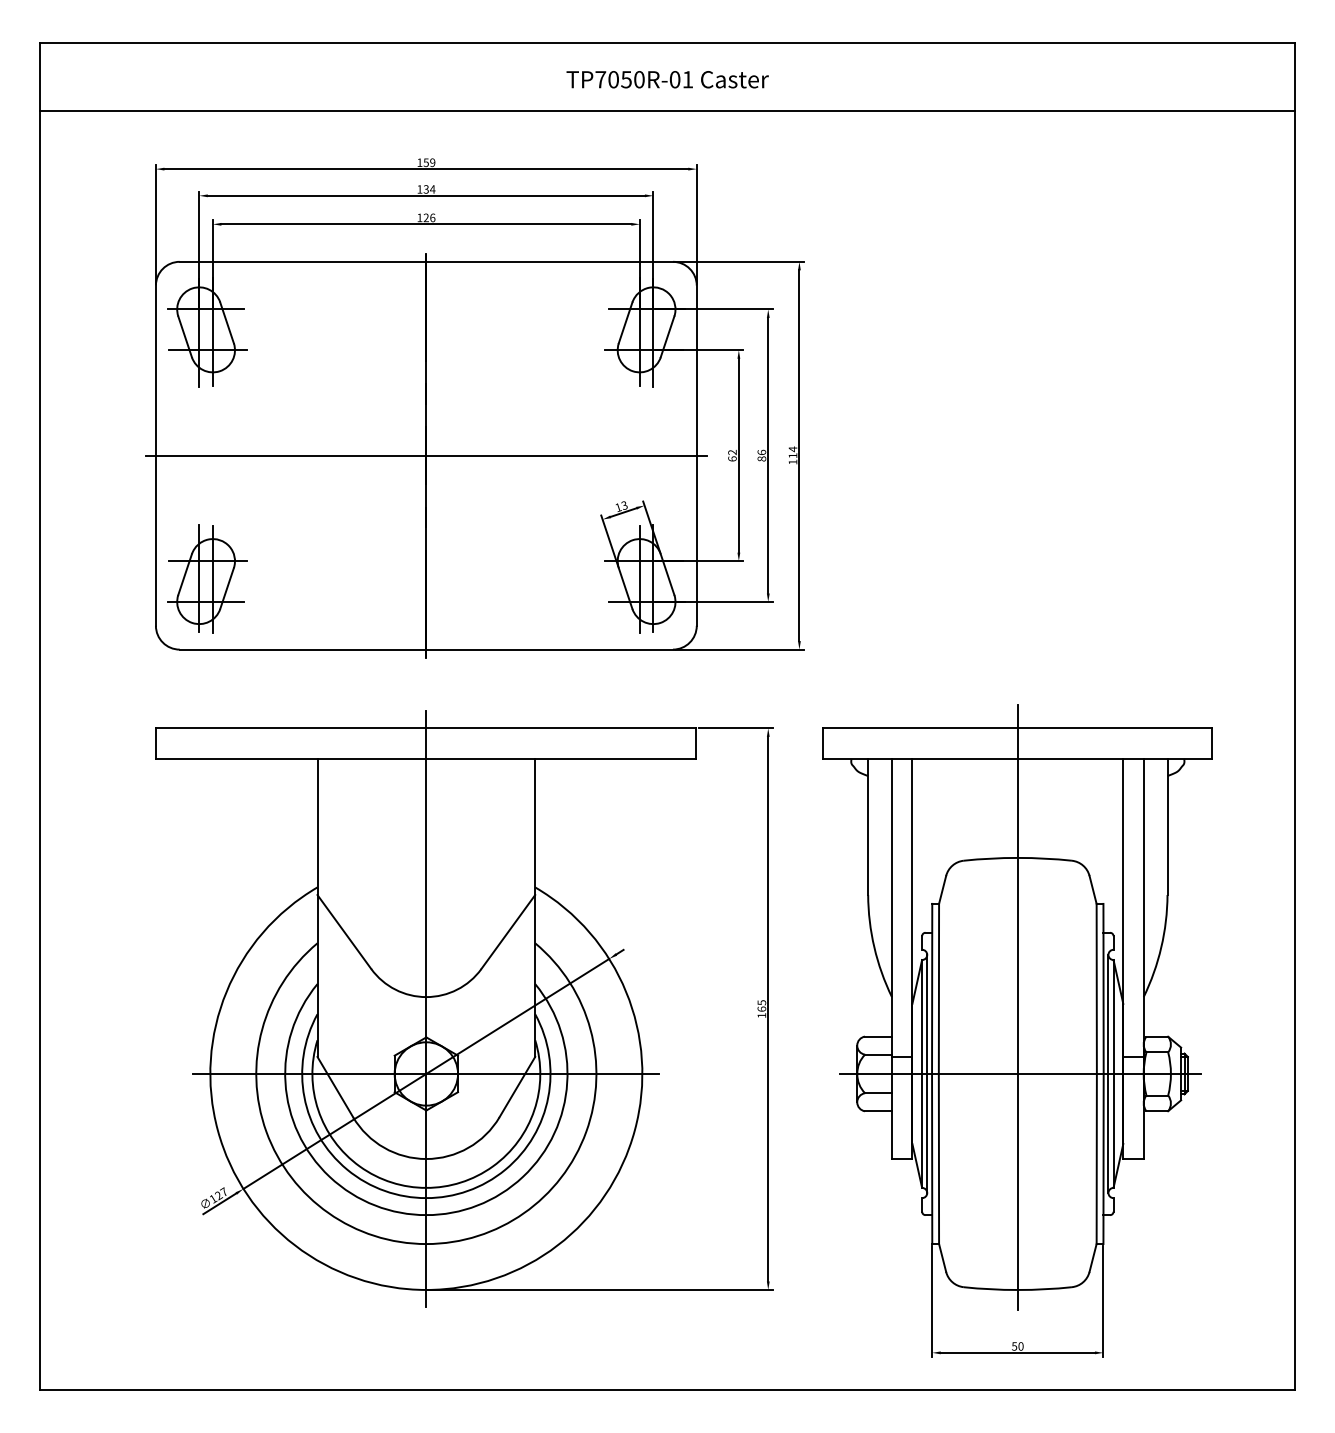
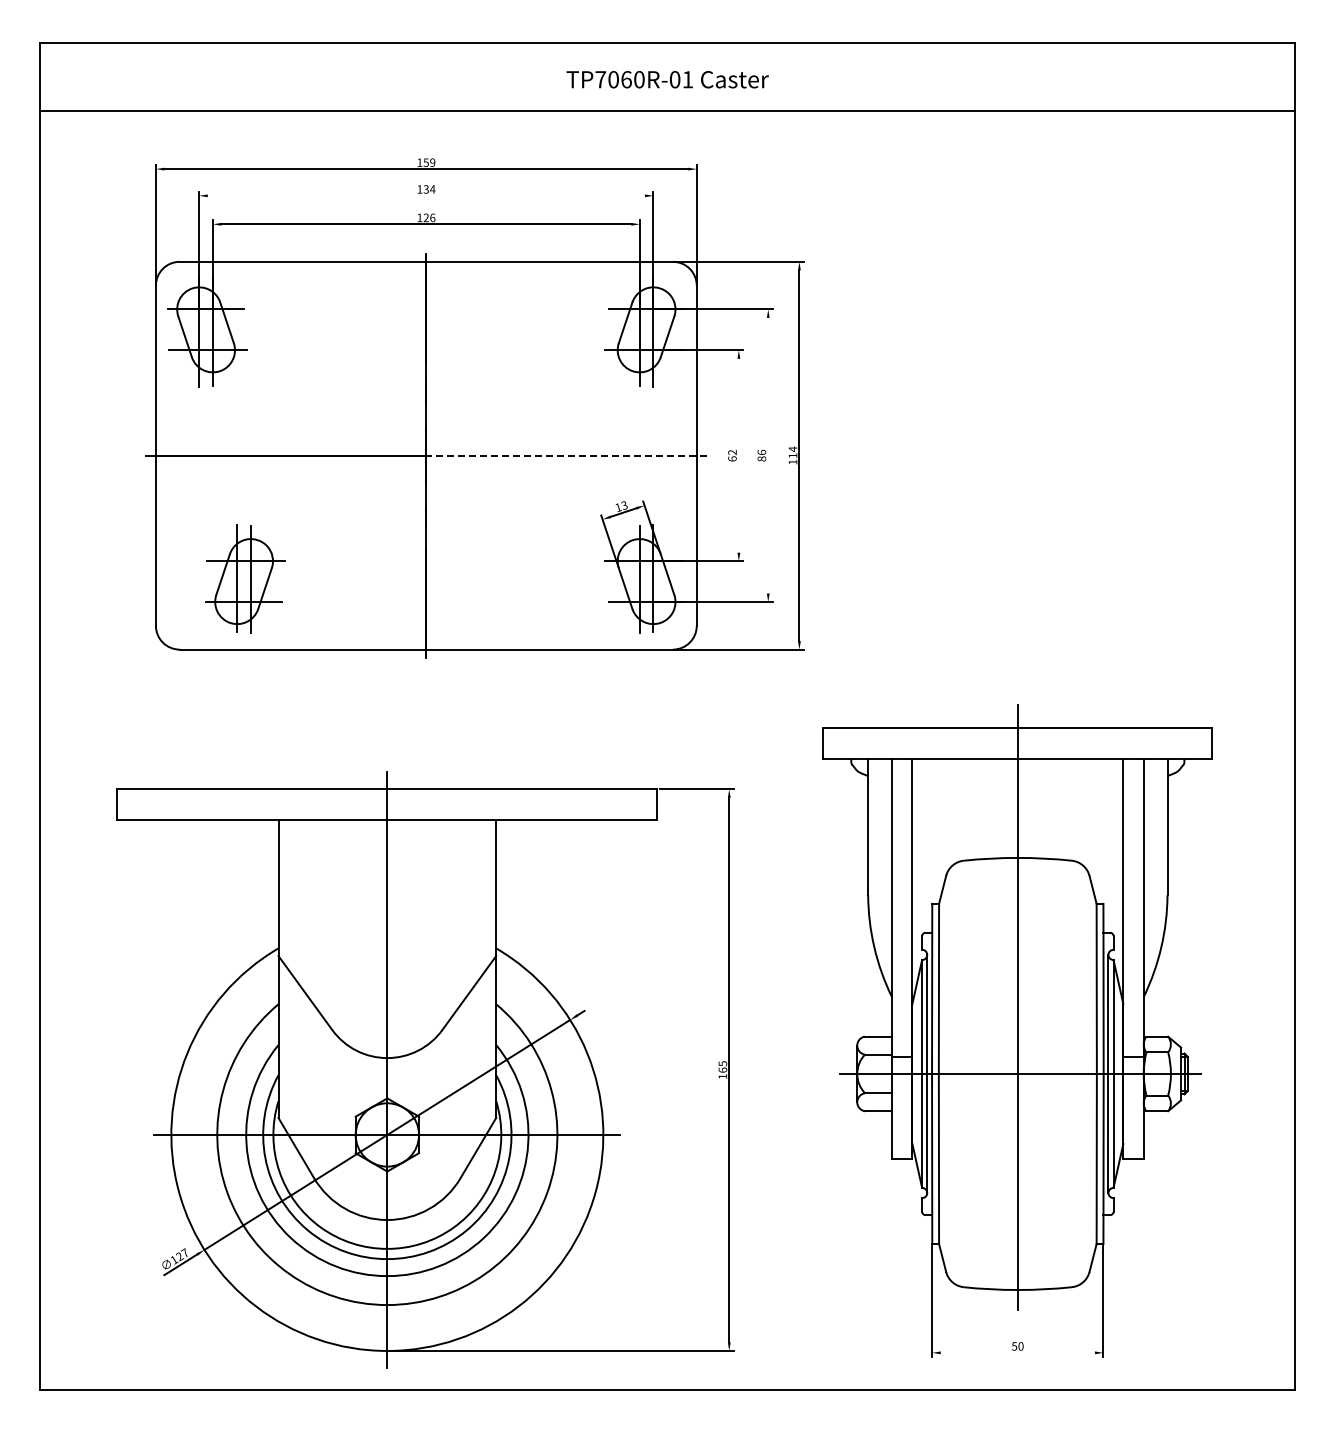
text at (626, 79): TP7050R-01 -> TP7060R-01
line at (425, 195): present -> none
line at (565, 455): solid -> dashed
line at (738, 455): present -> none
line at (768, 455): present -> none
part at (207, 578) position: (207, 578) -> (245, 578)
part at (464, 1008) position: (464, 1008) -> (425, 1069)
line at (1017, 1352): present -> none
